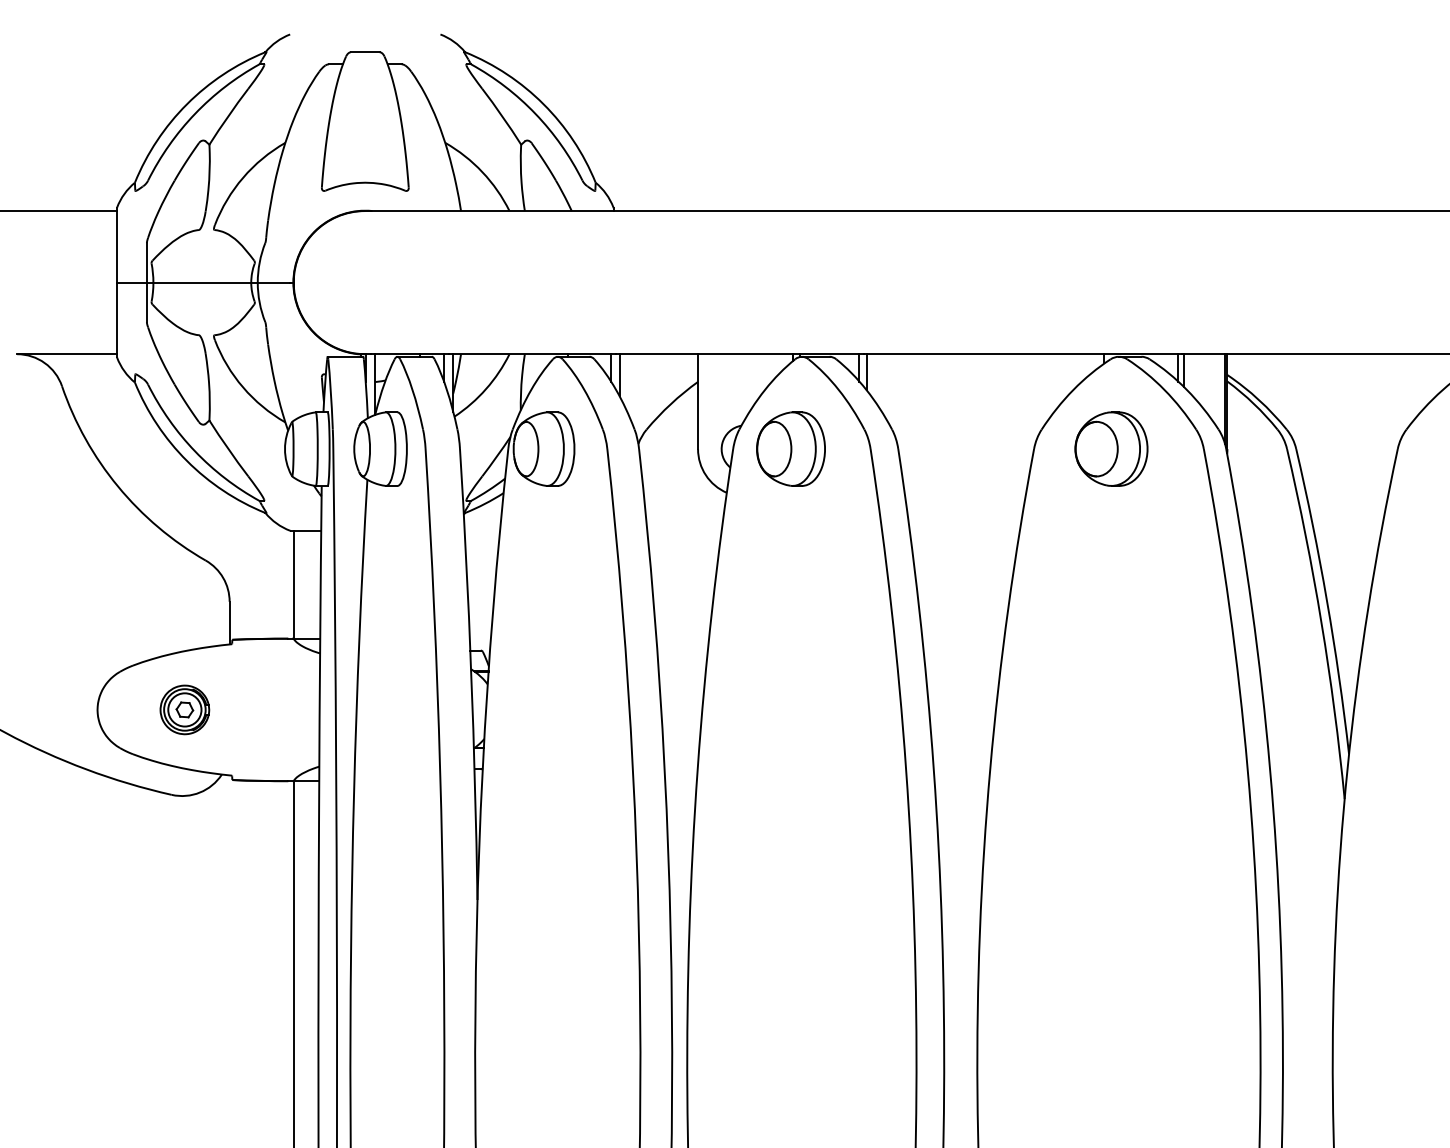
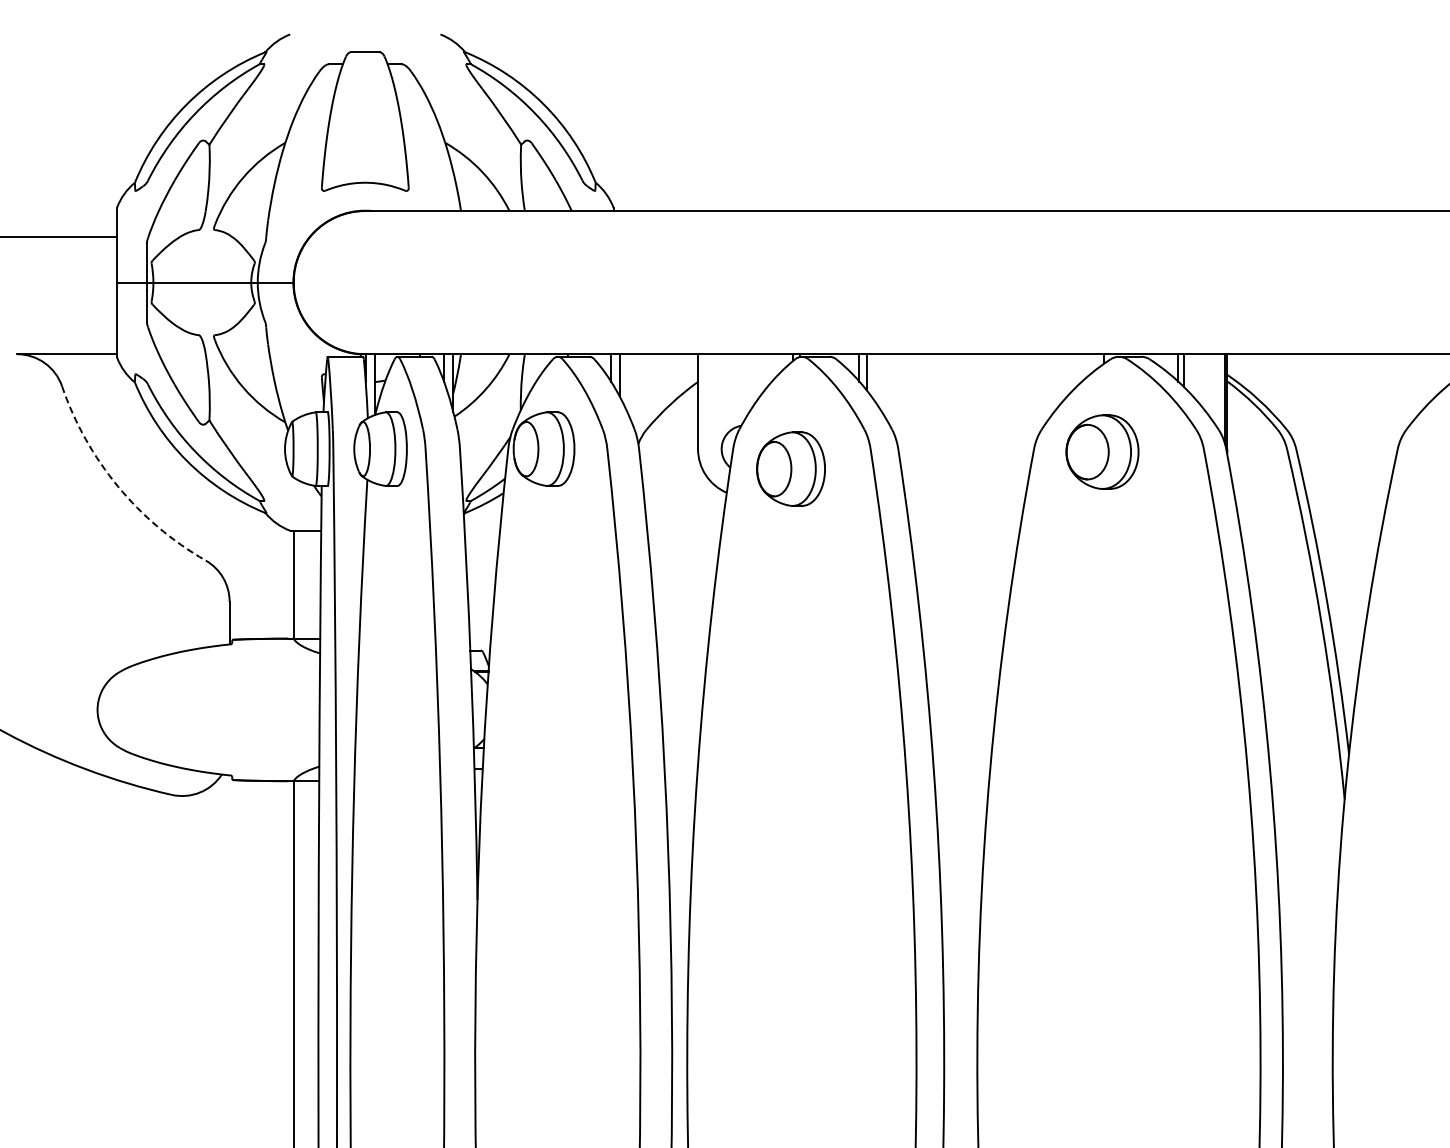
line at (59, 211) position: (59, 211) -> (59, 237)
part at (790, 448) position: (790, 448) -> (790, 468)
part at (1111, 448) position: (1111, 448) -> (1102, 451)
arc at (118, 486): solid -> dashed
part at (184, 709): present -> none
